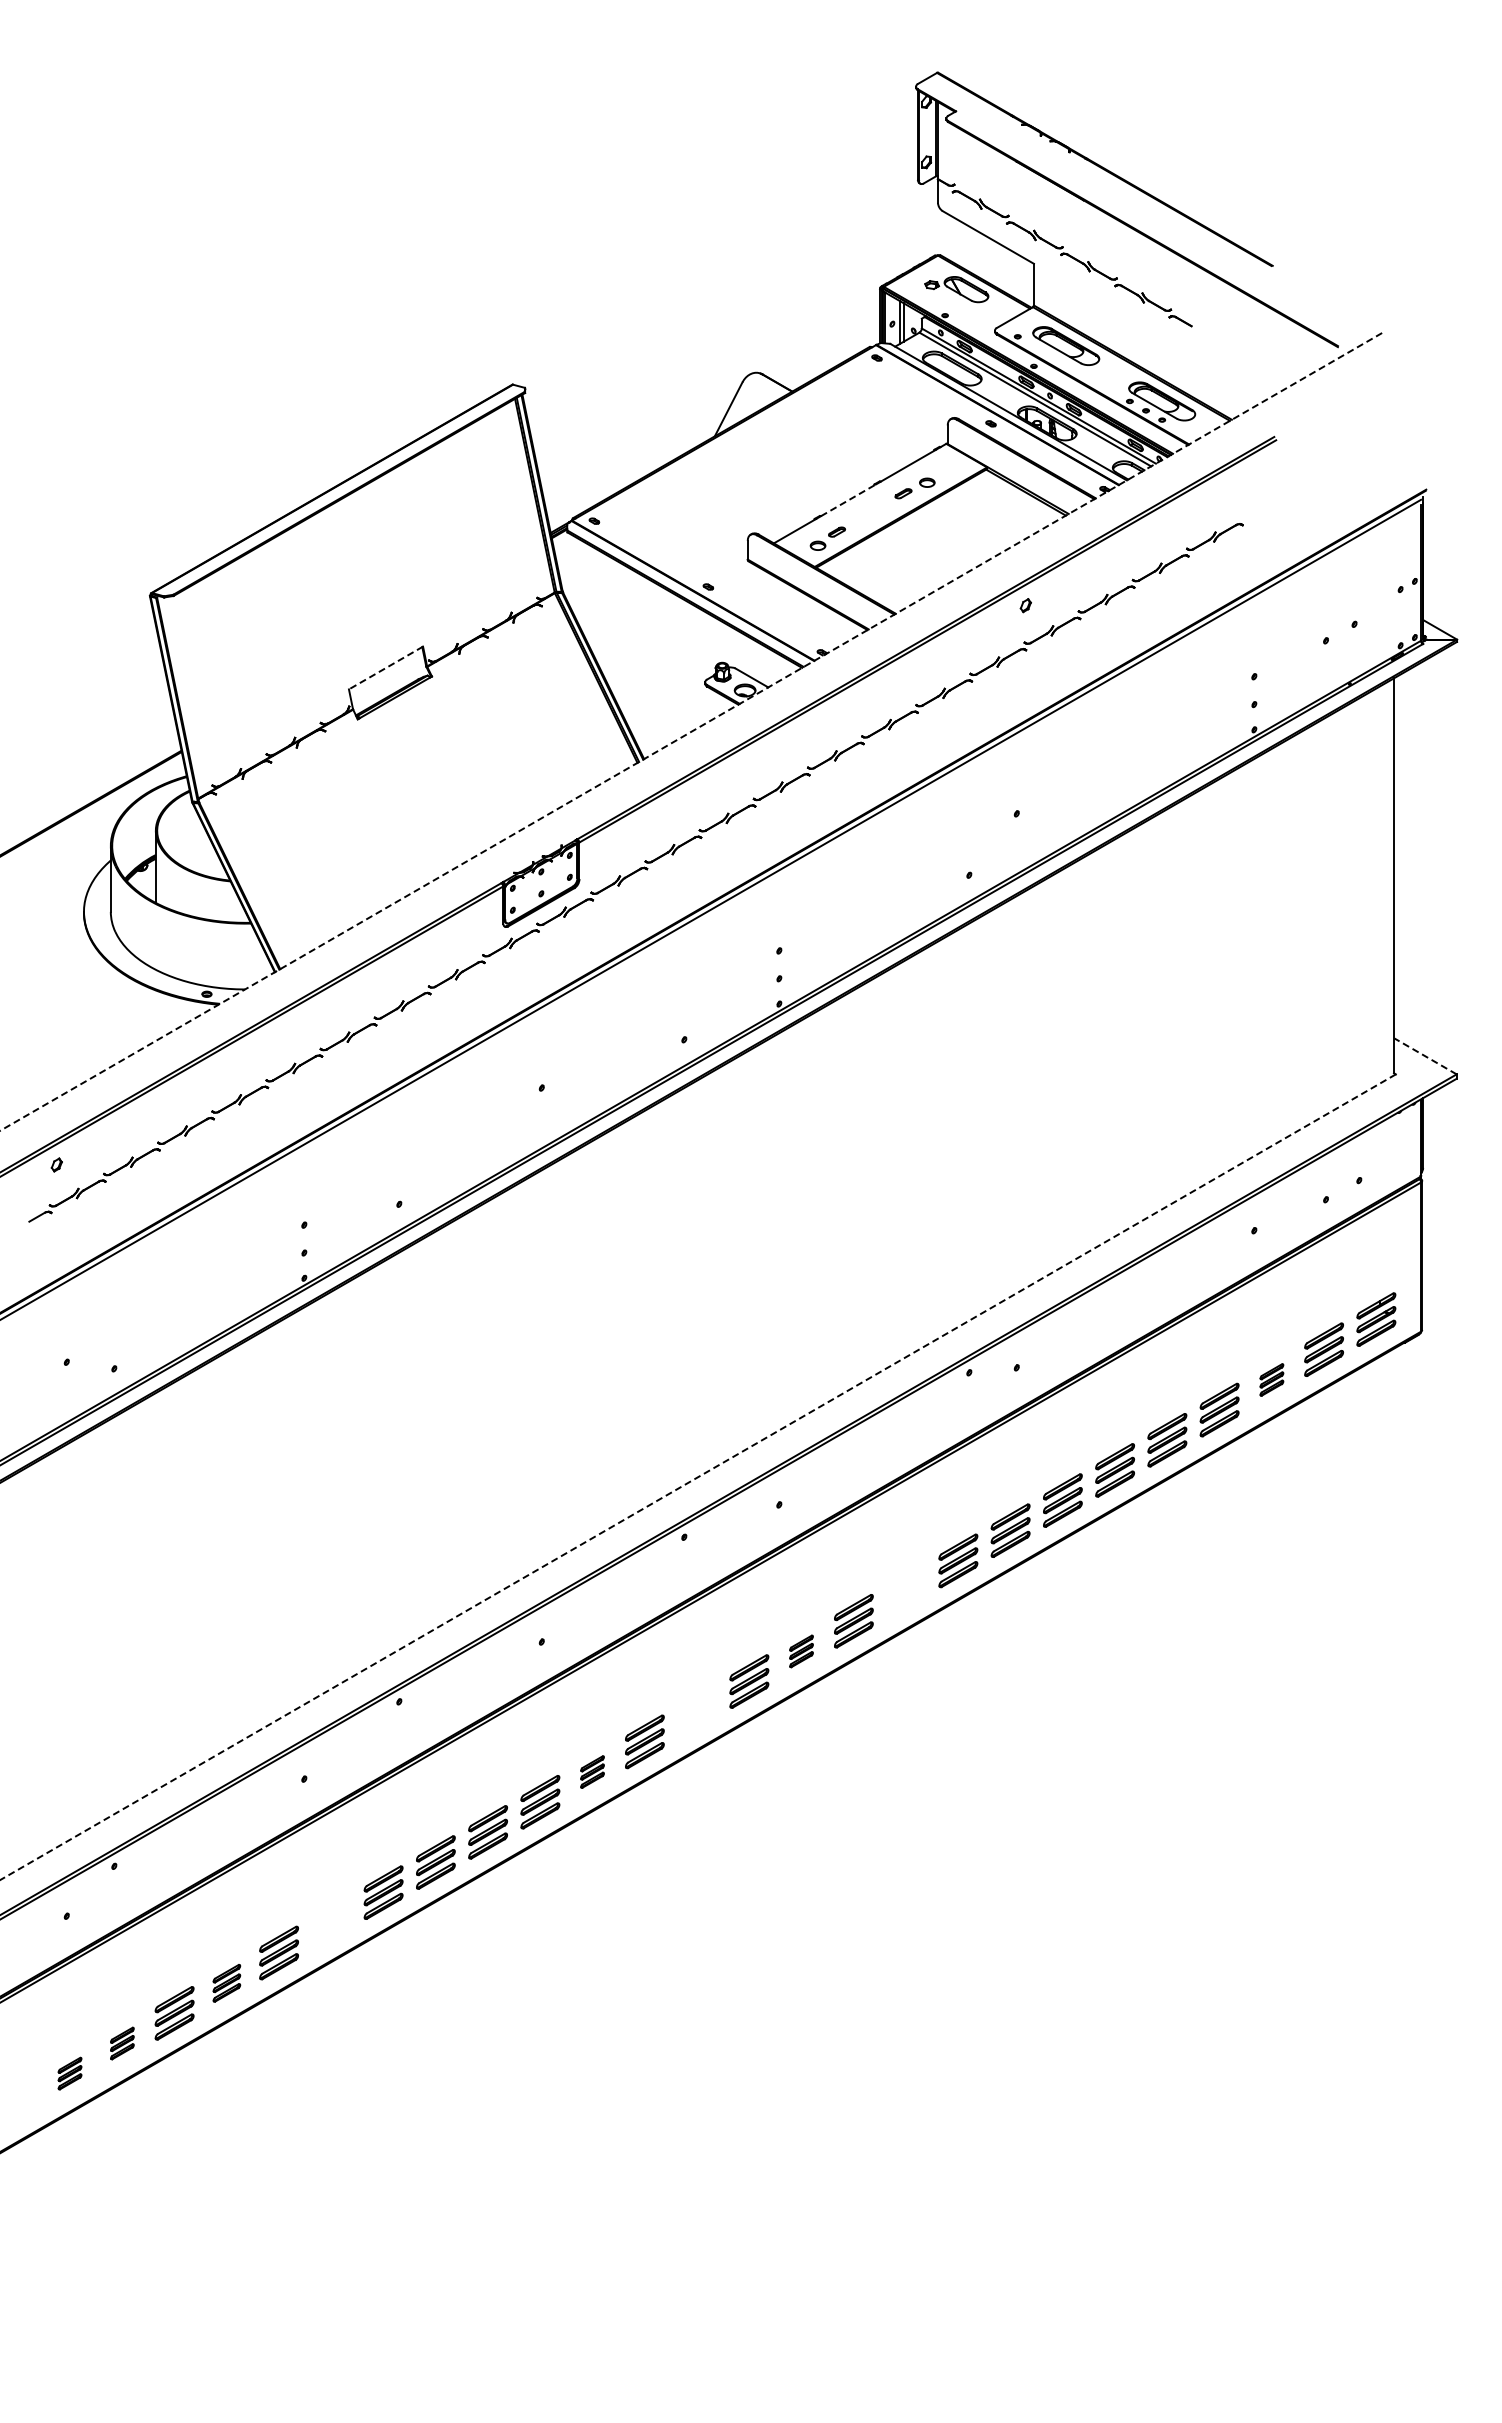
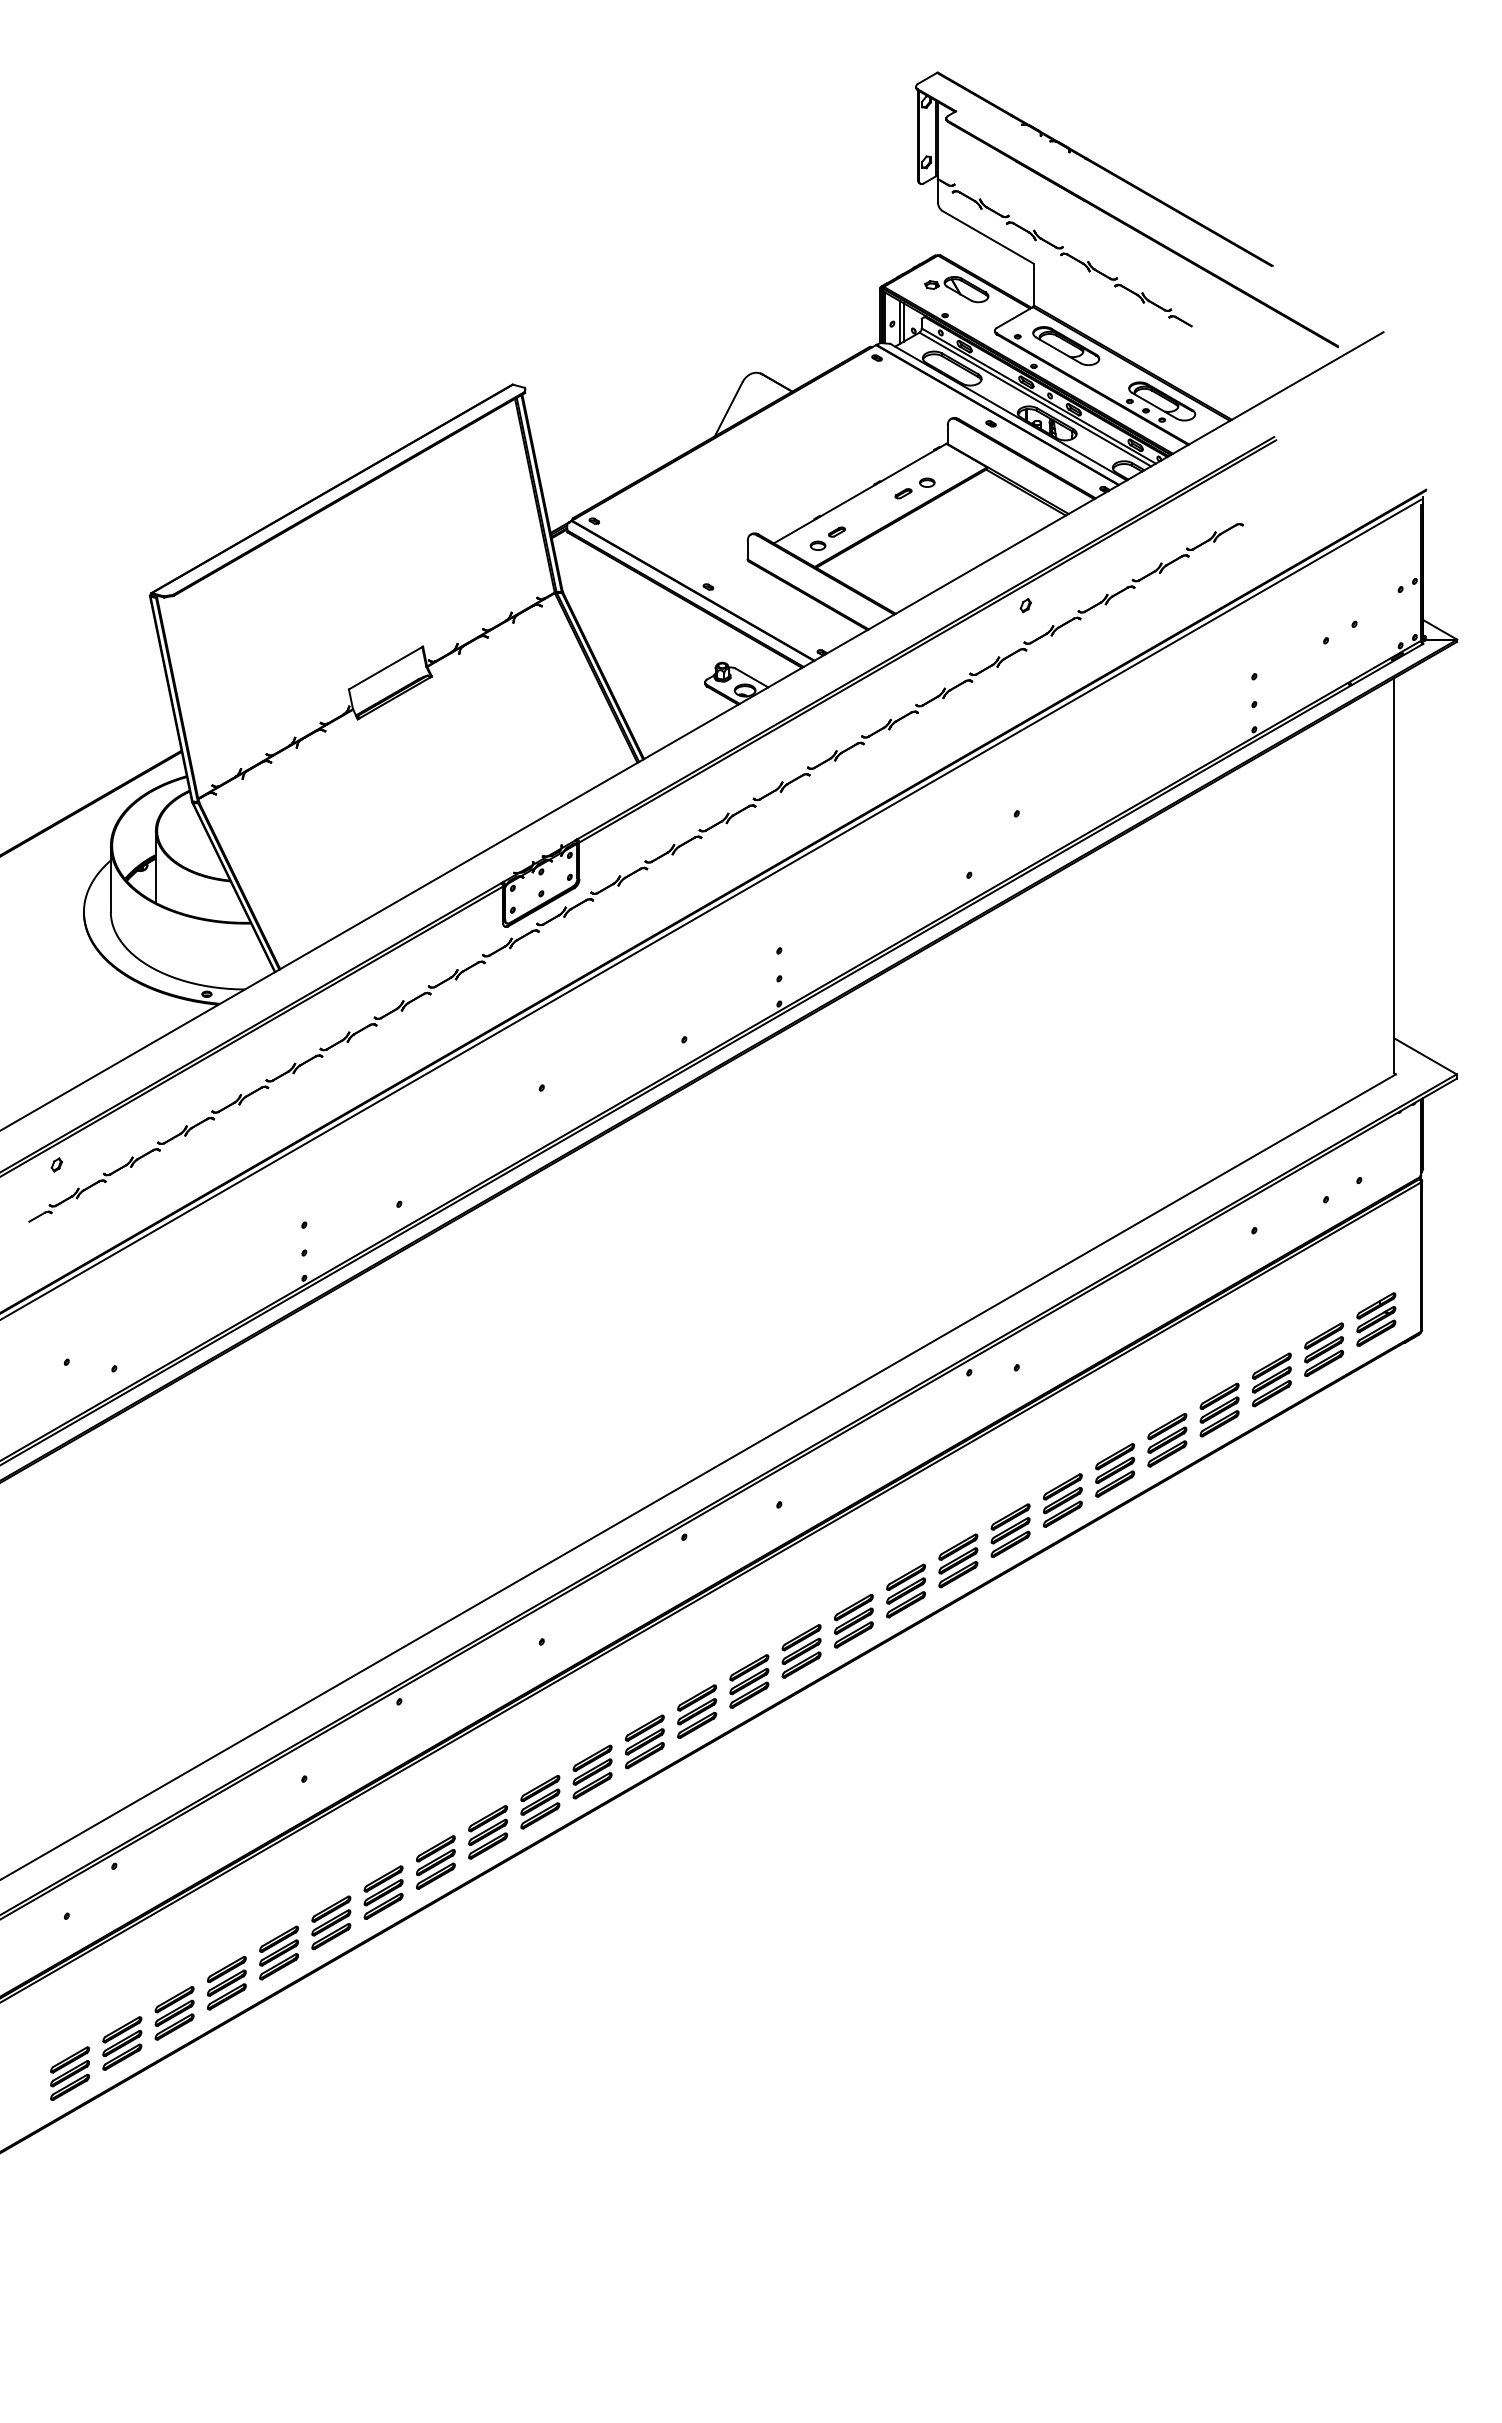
line at (848, 500): dashed -> solid
line at (386, 668): dashed -> solid
line at (692, 731): dashed -> solid
line at (1425, 1056): dashed -> solid
part at (1271, 1379) size: 26x34 px -> 40x56 px
line at (698, 1477): dashed -> solid
part at (905, 1590): none -> present
part at (801, 1651) size: 25x35 px -> 41x55 px
part at (696, 1711): none -> present
part at (592, 1771) size: 25x34 px -> 41x56 px
part at (331, 1922): none -> present
part at (226, 1983) size: 30x39 px -> 40x55 px
part at (122, 2043) size: 25x35 px -> 41x55 px
part at (69, 2073) size: 26x35 px -> 40x55 px
